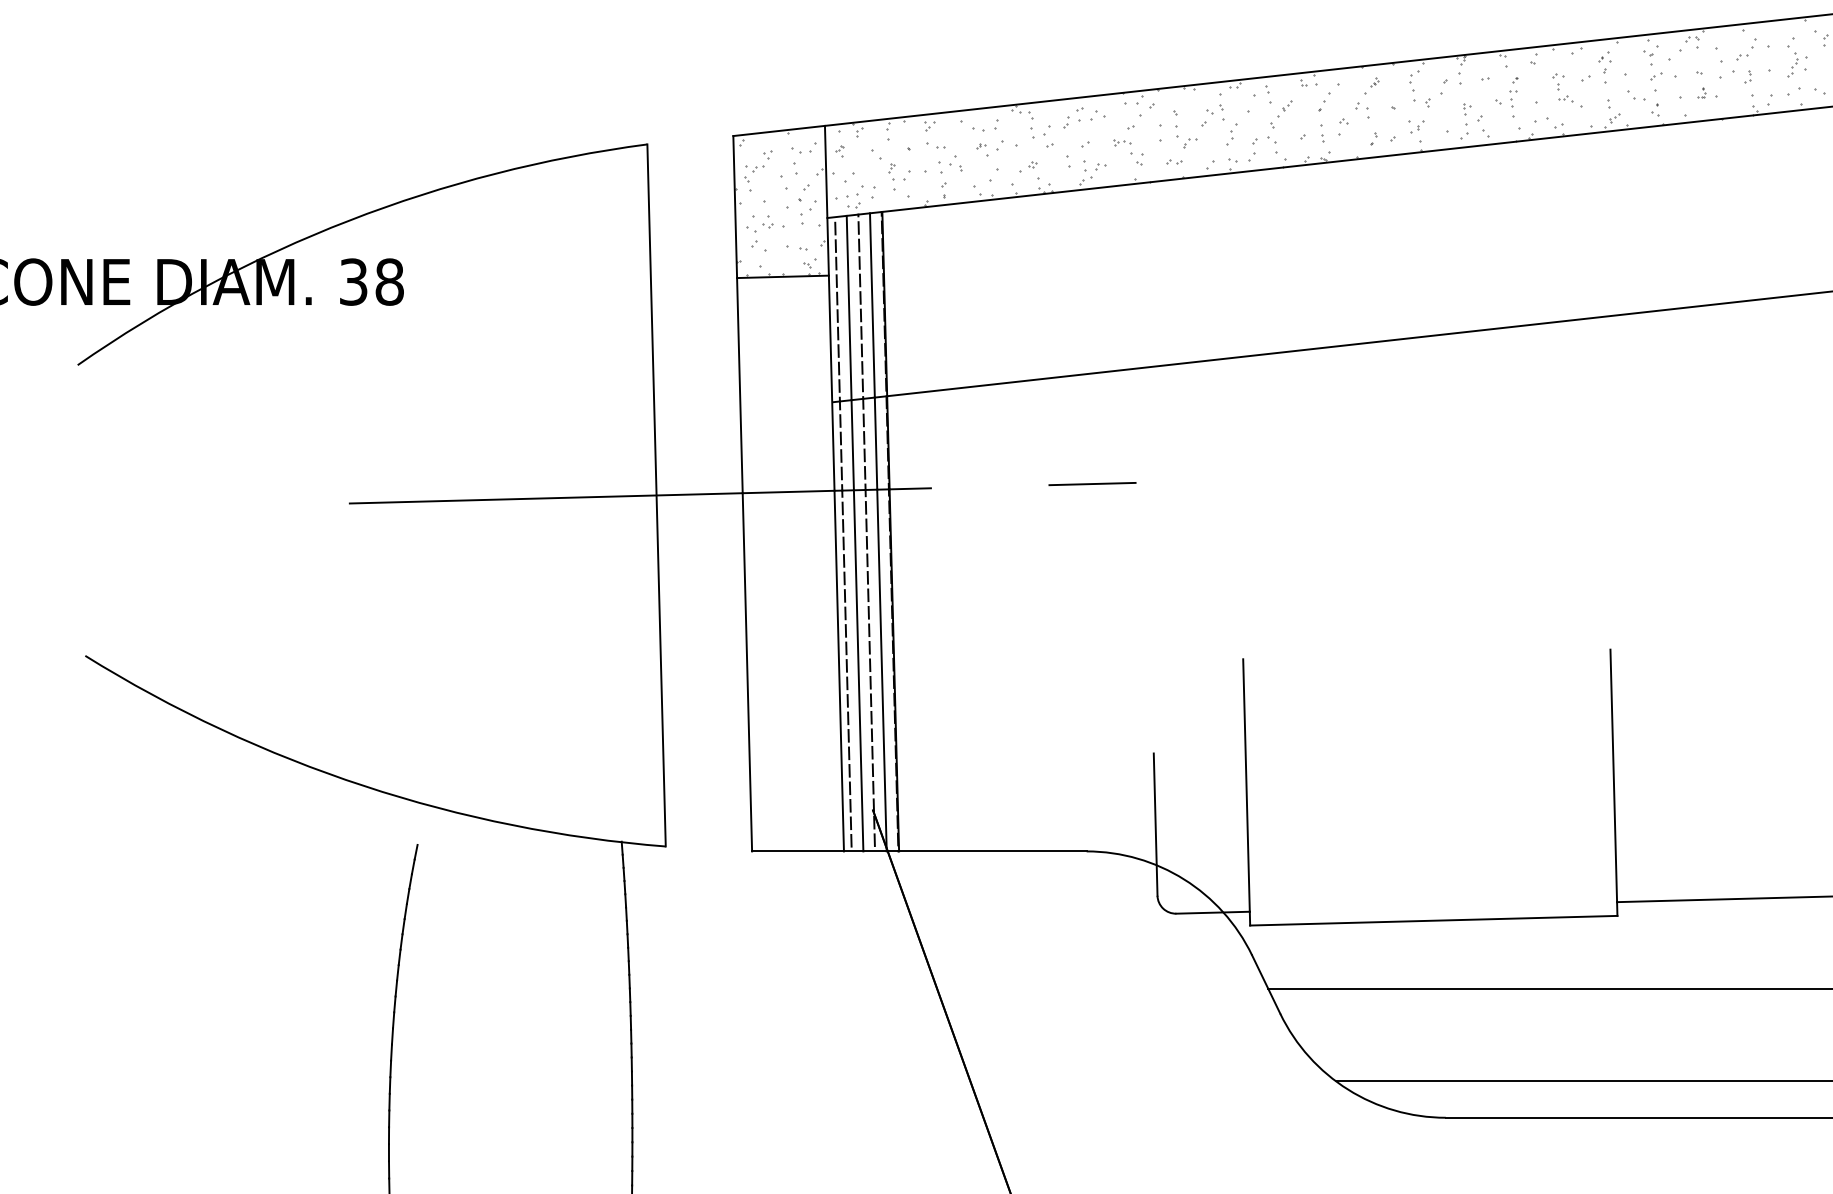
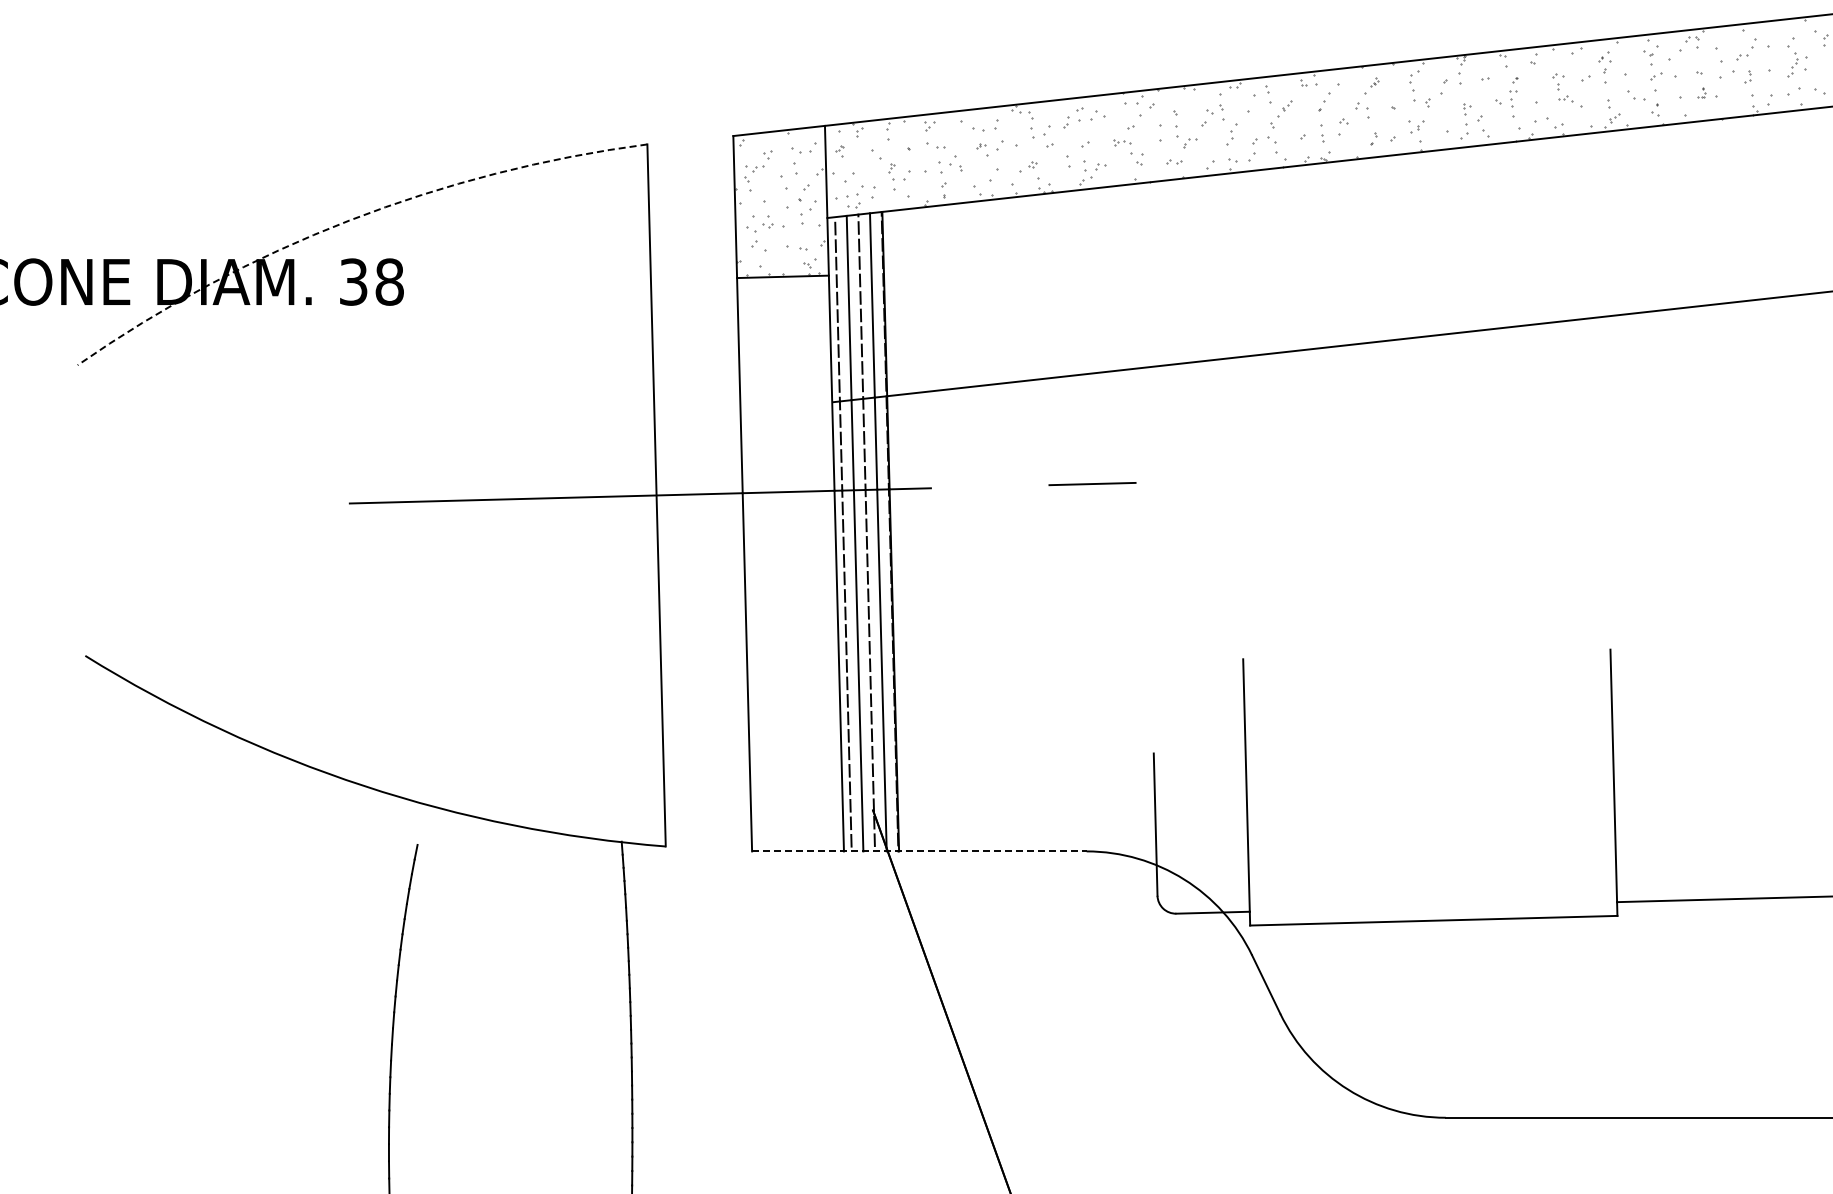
arc at (349, 220): solid -> dashed
line at (919, 851): solid -> dashed
line at (1548, 989): present -> none
line at (1582, 1081): present -> none
